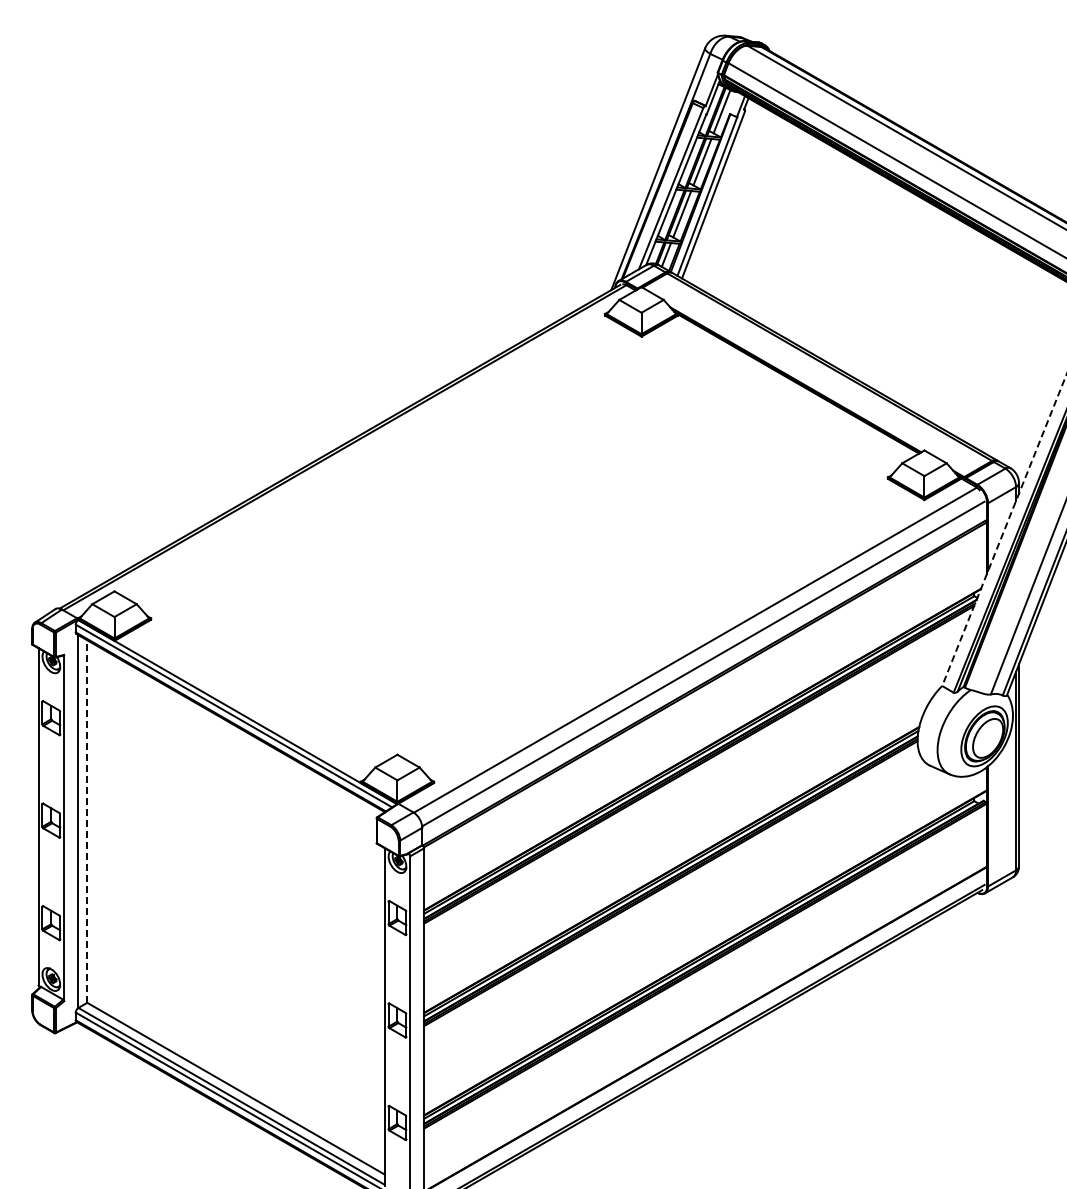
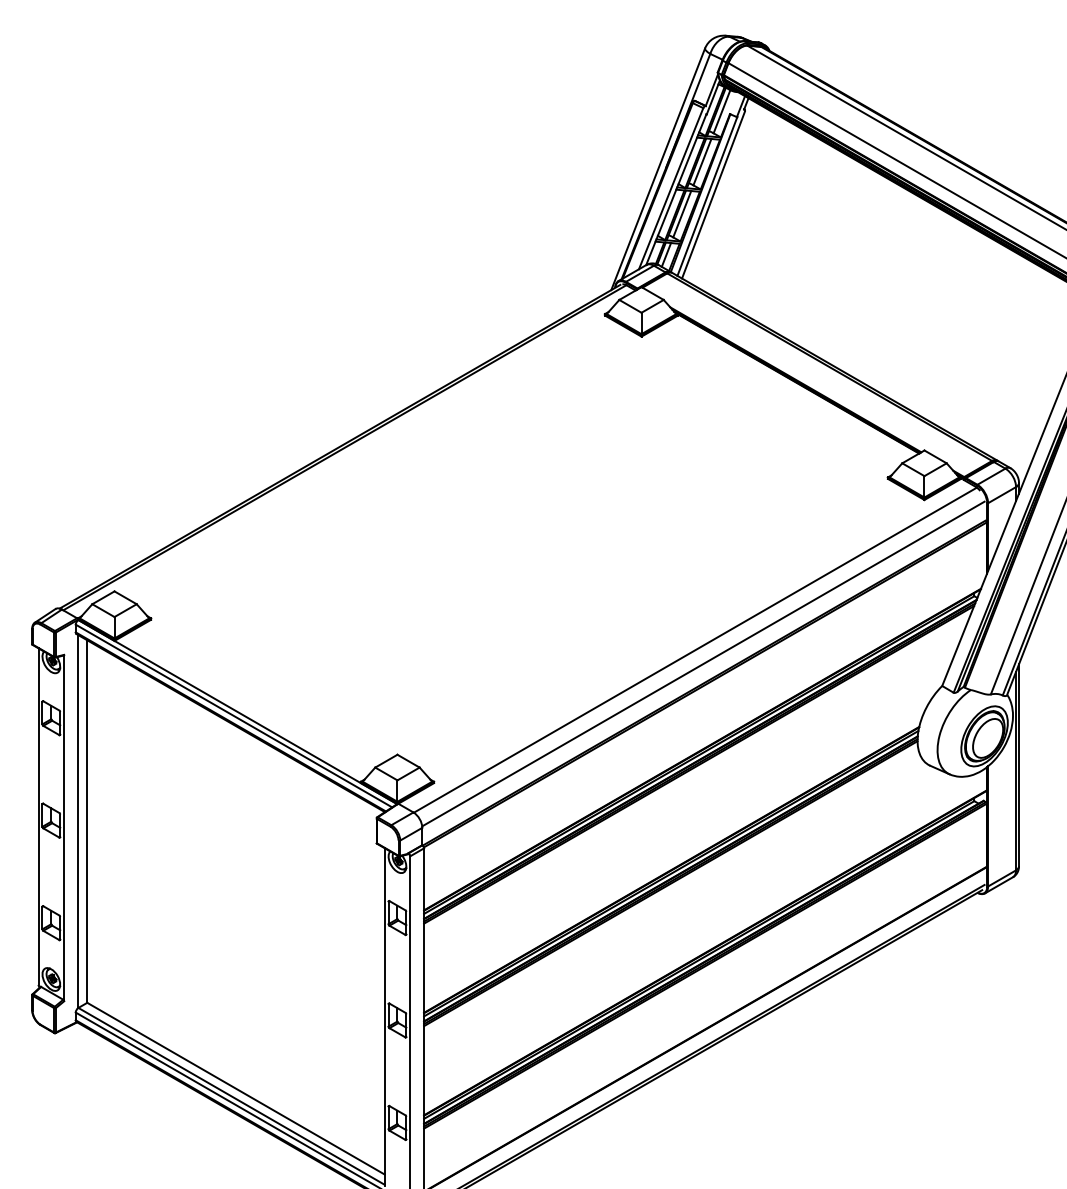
line at (1004, 529): dashed -> solid
line at (86, 821): dashed -> solid
